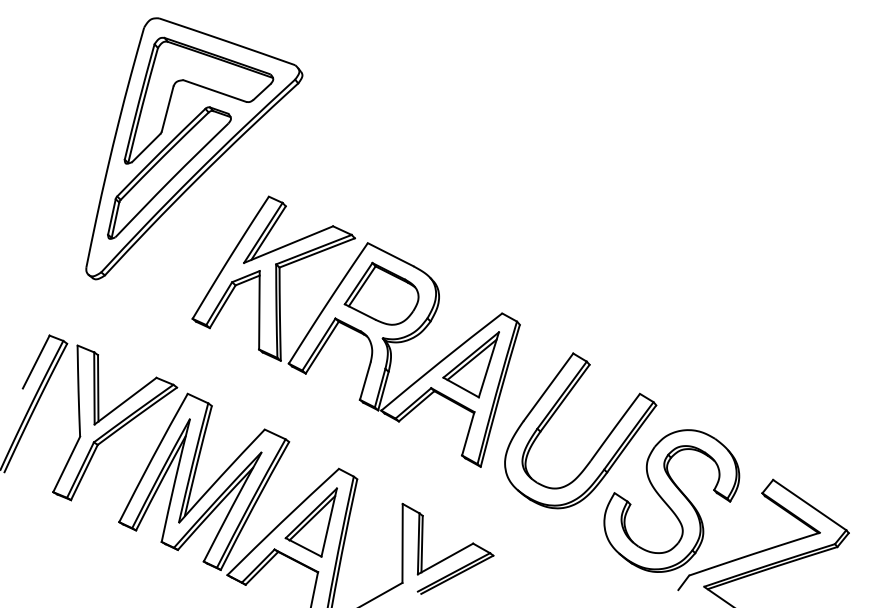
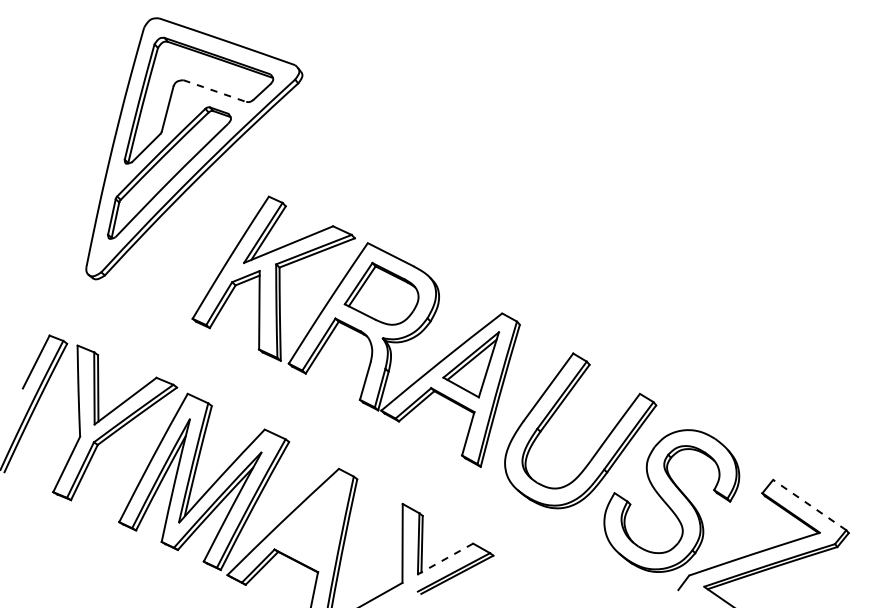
line at (215, 91): solid -> dashed
line at (809, 504): solid -> dashed
part at (310, 522): present -> none
line at (445, 558): solid -> dashed
